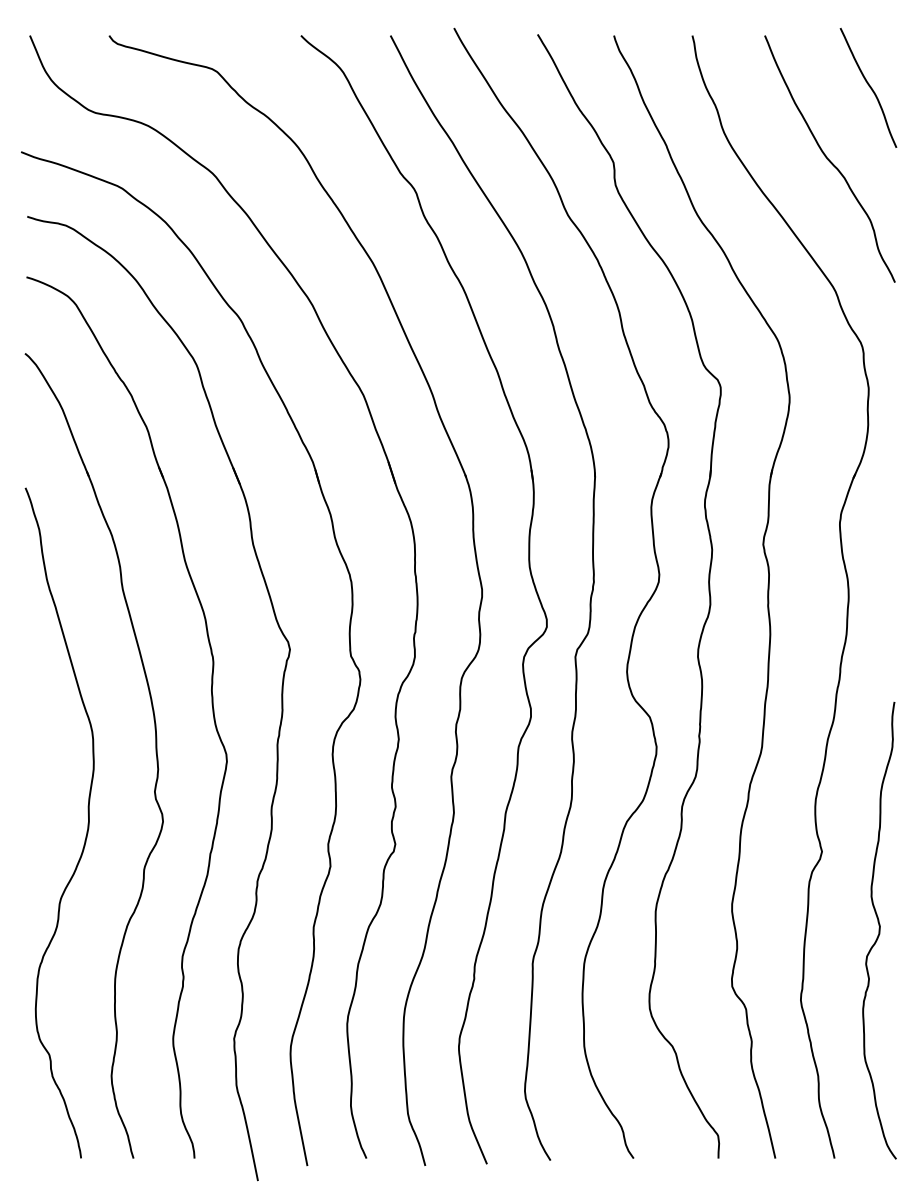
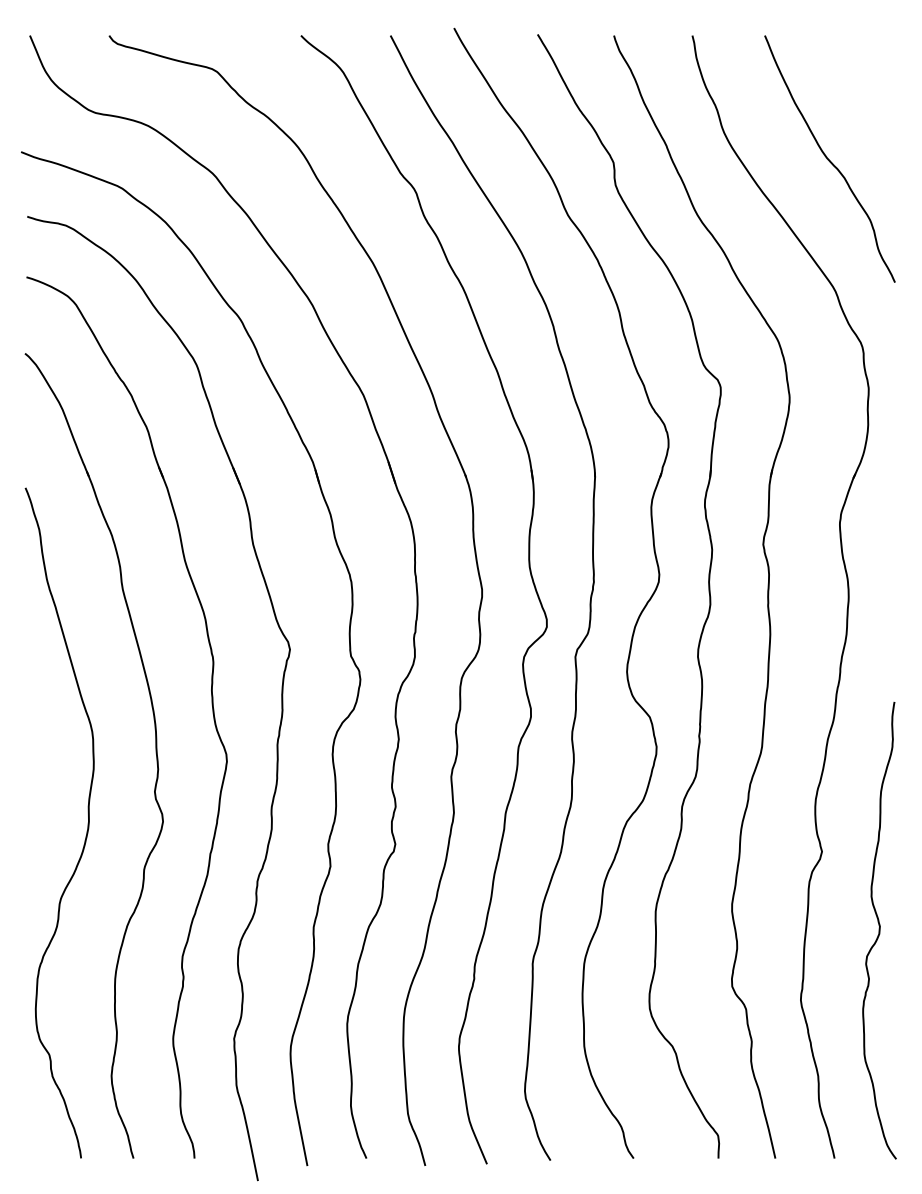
curve at (868, 86): present -> none
